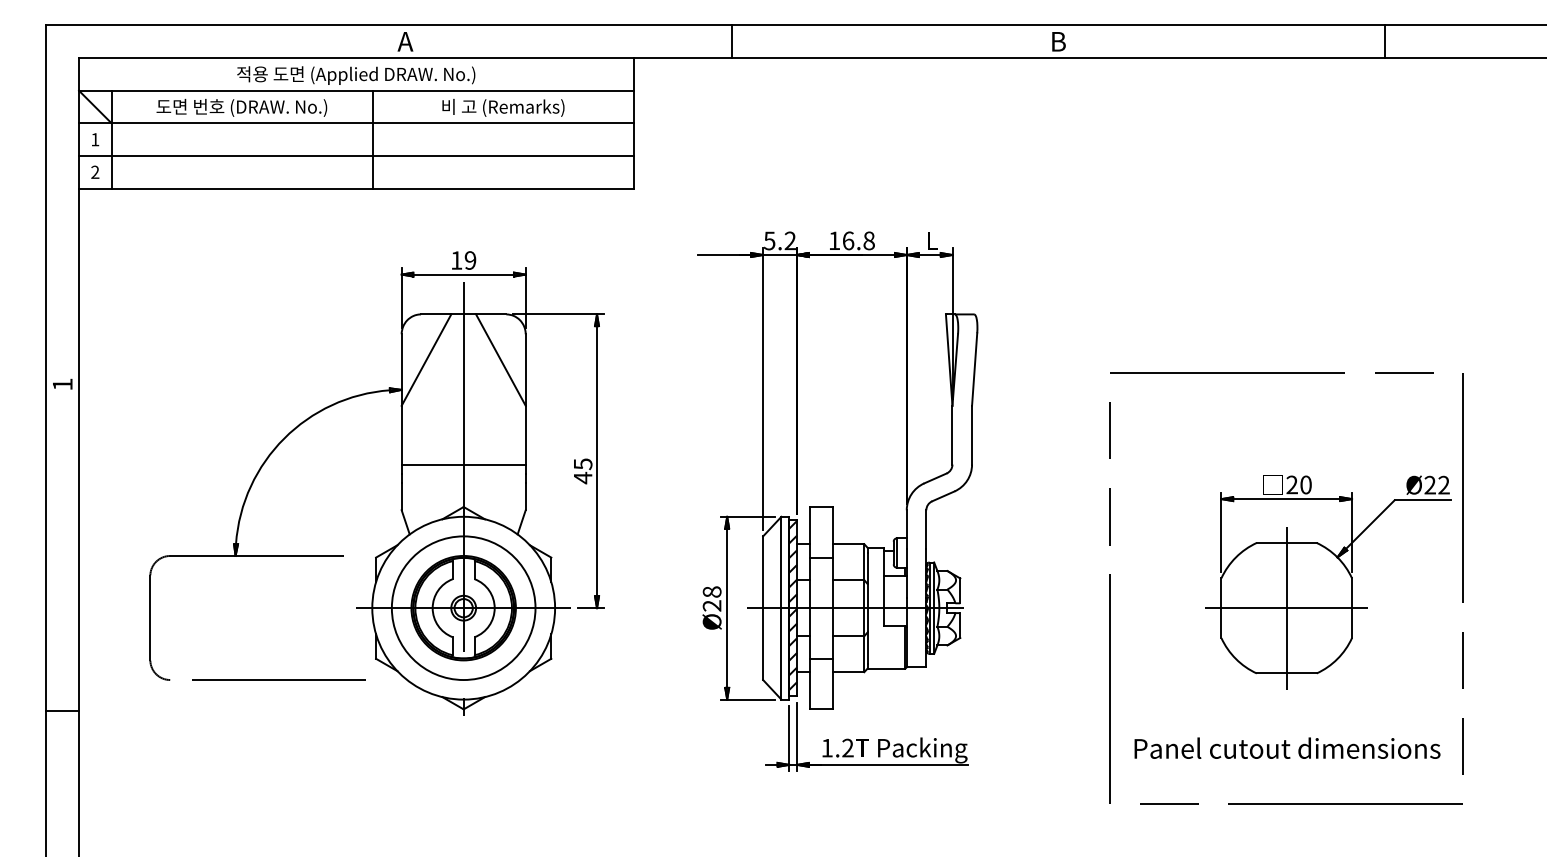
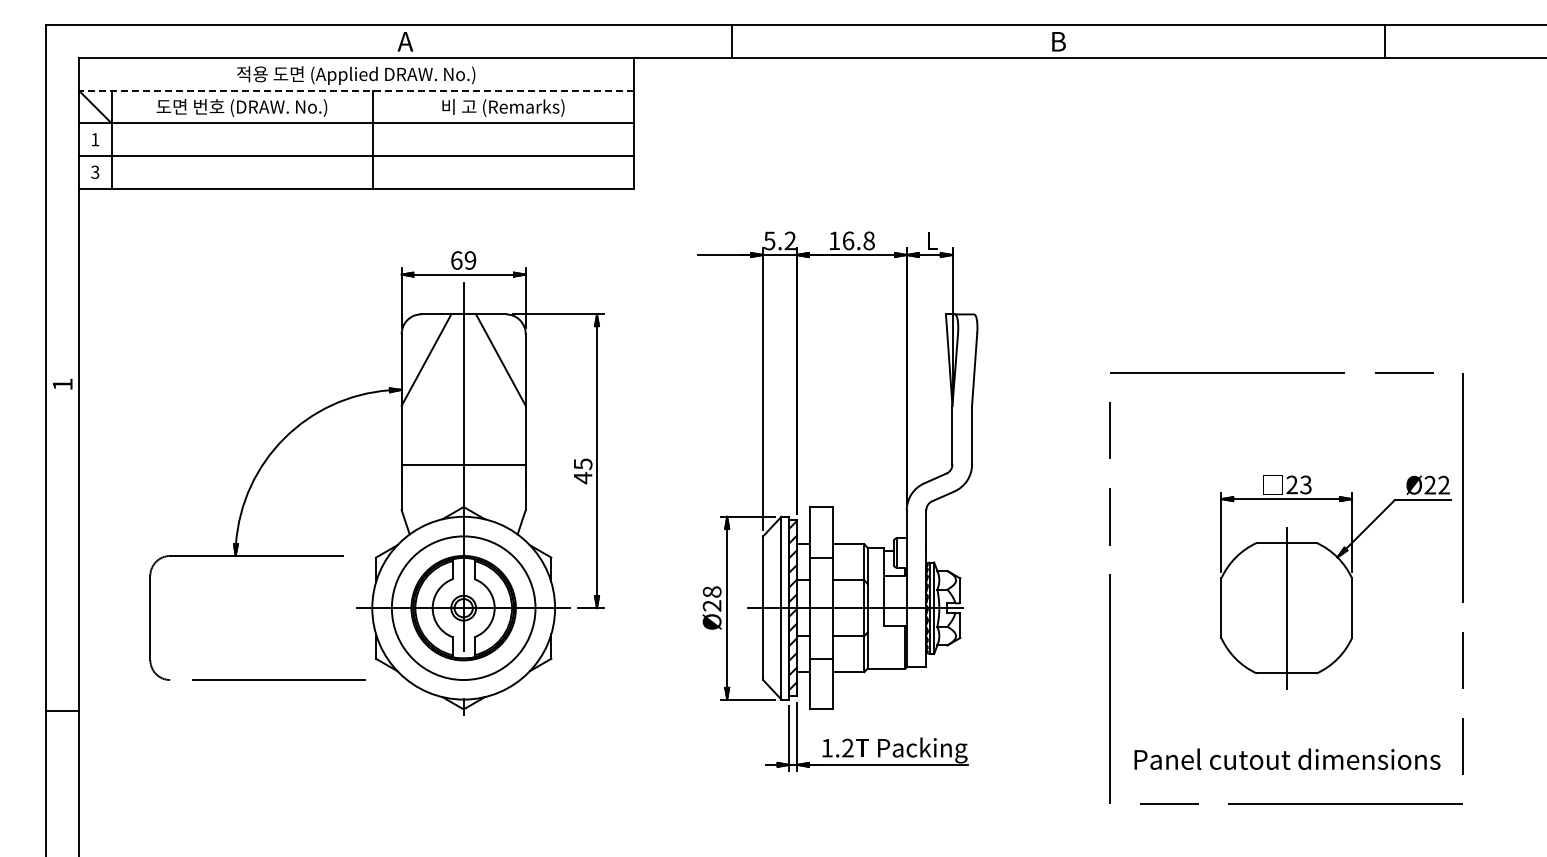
line at (356, 90): solid -> dashed
text at (95, 172): 2 -> 3
text at (456, 260): 19 -> 69
text at (1305, 484): 20 -> 23
line at (1286, 608): present -> none
text at (1287, 747) position: (1287, 747) -> (1287, 758)
